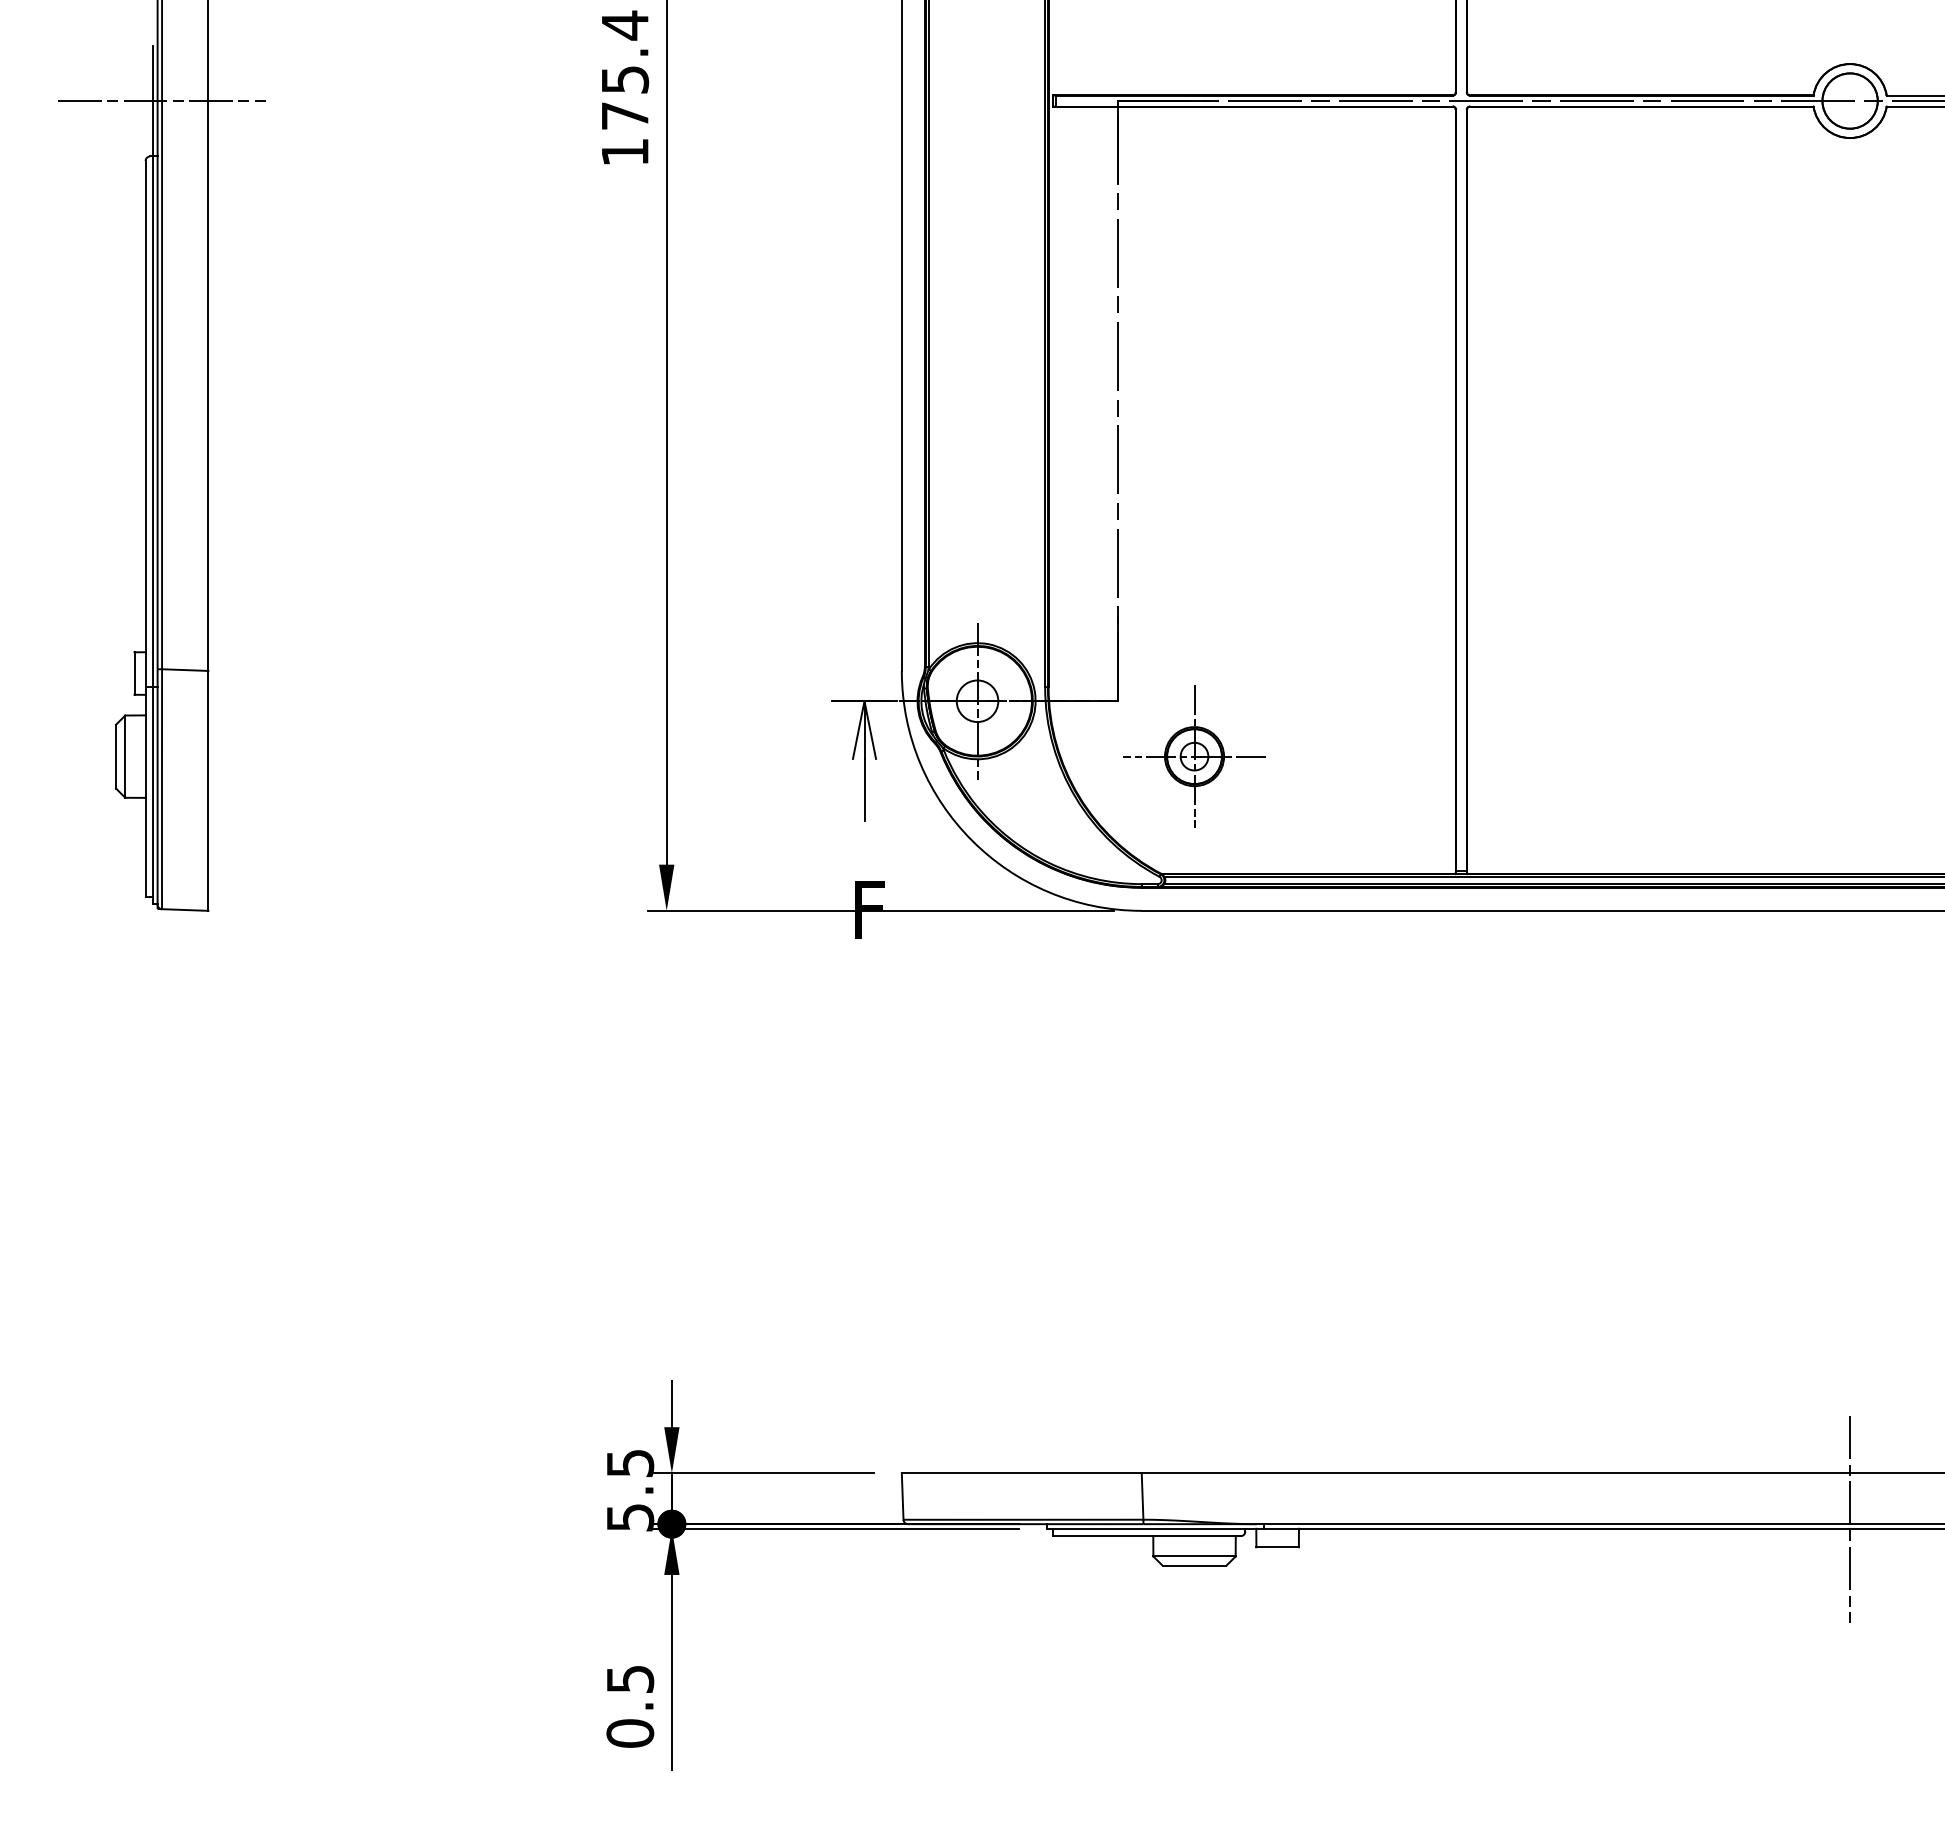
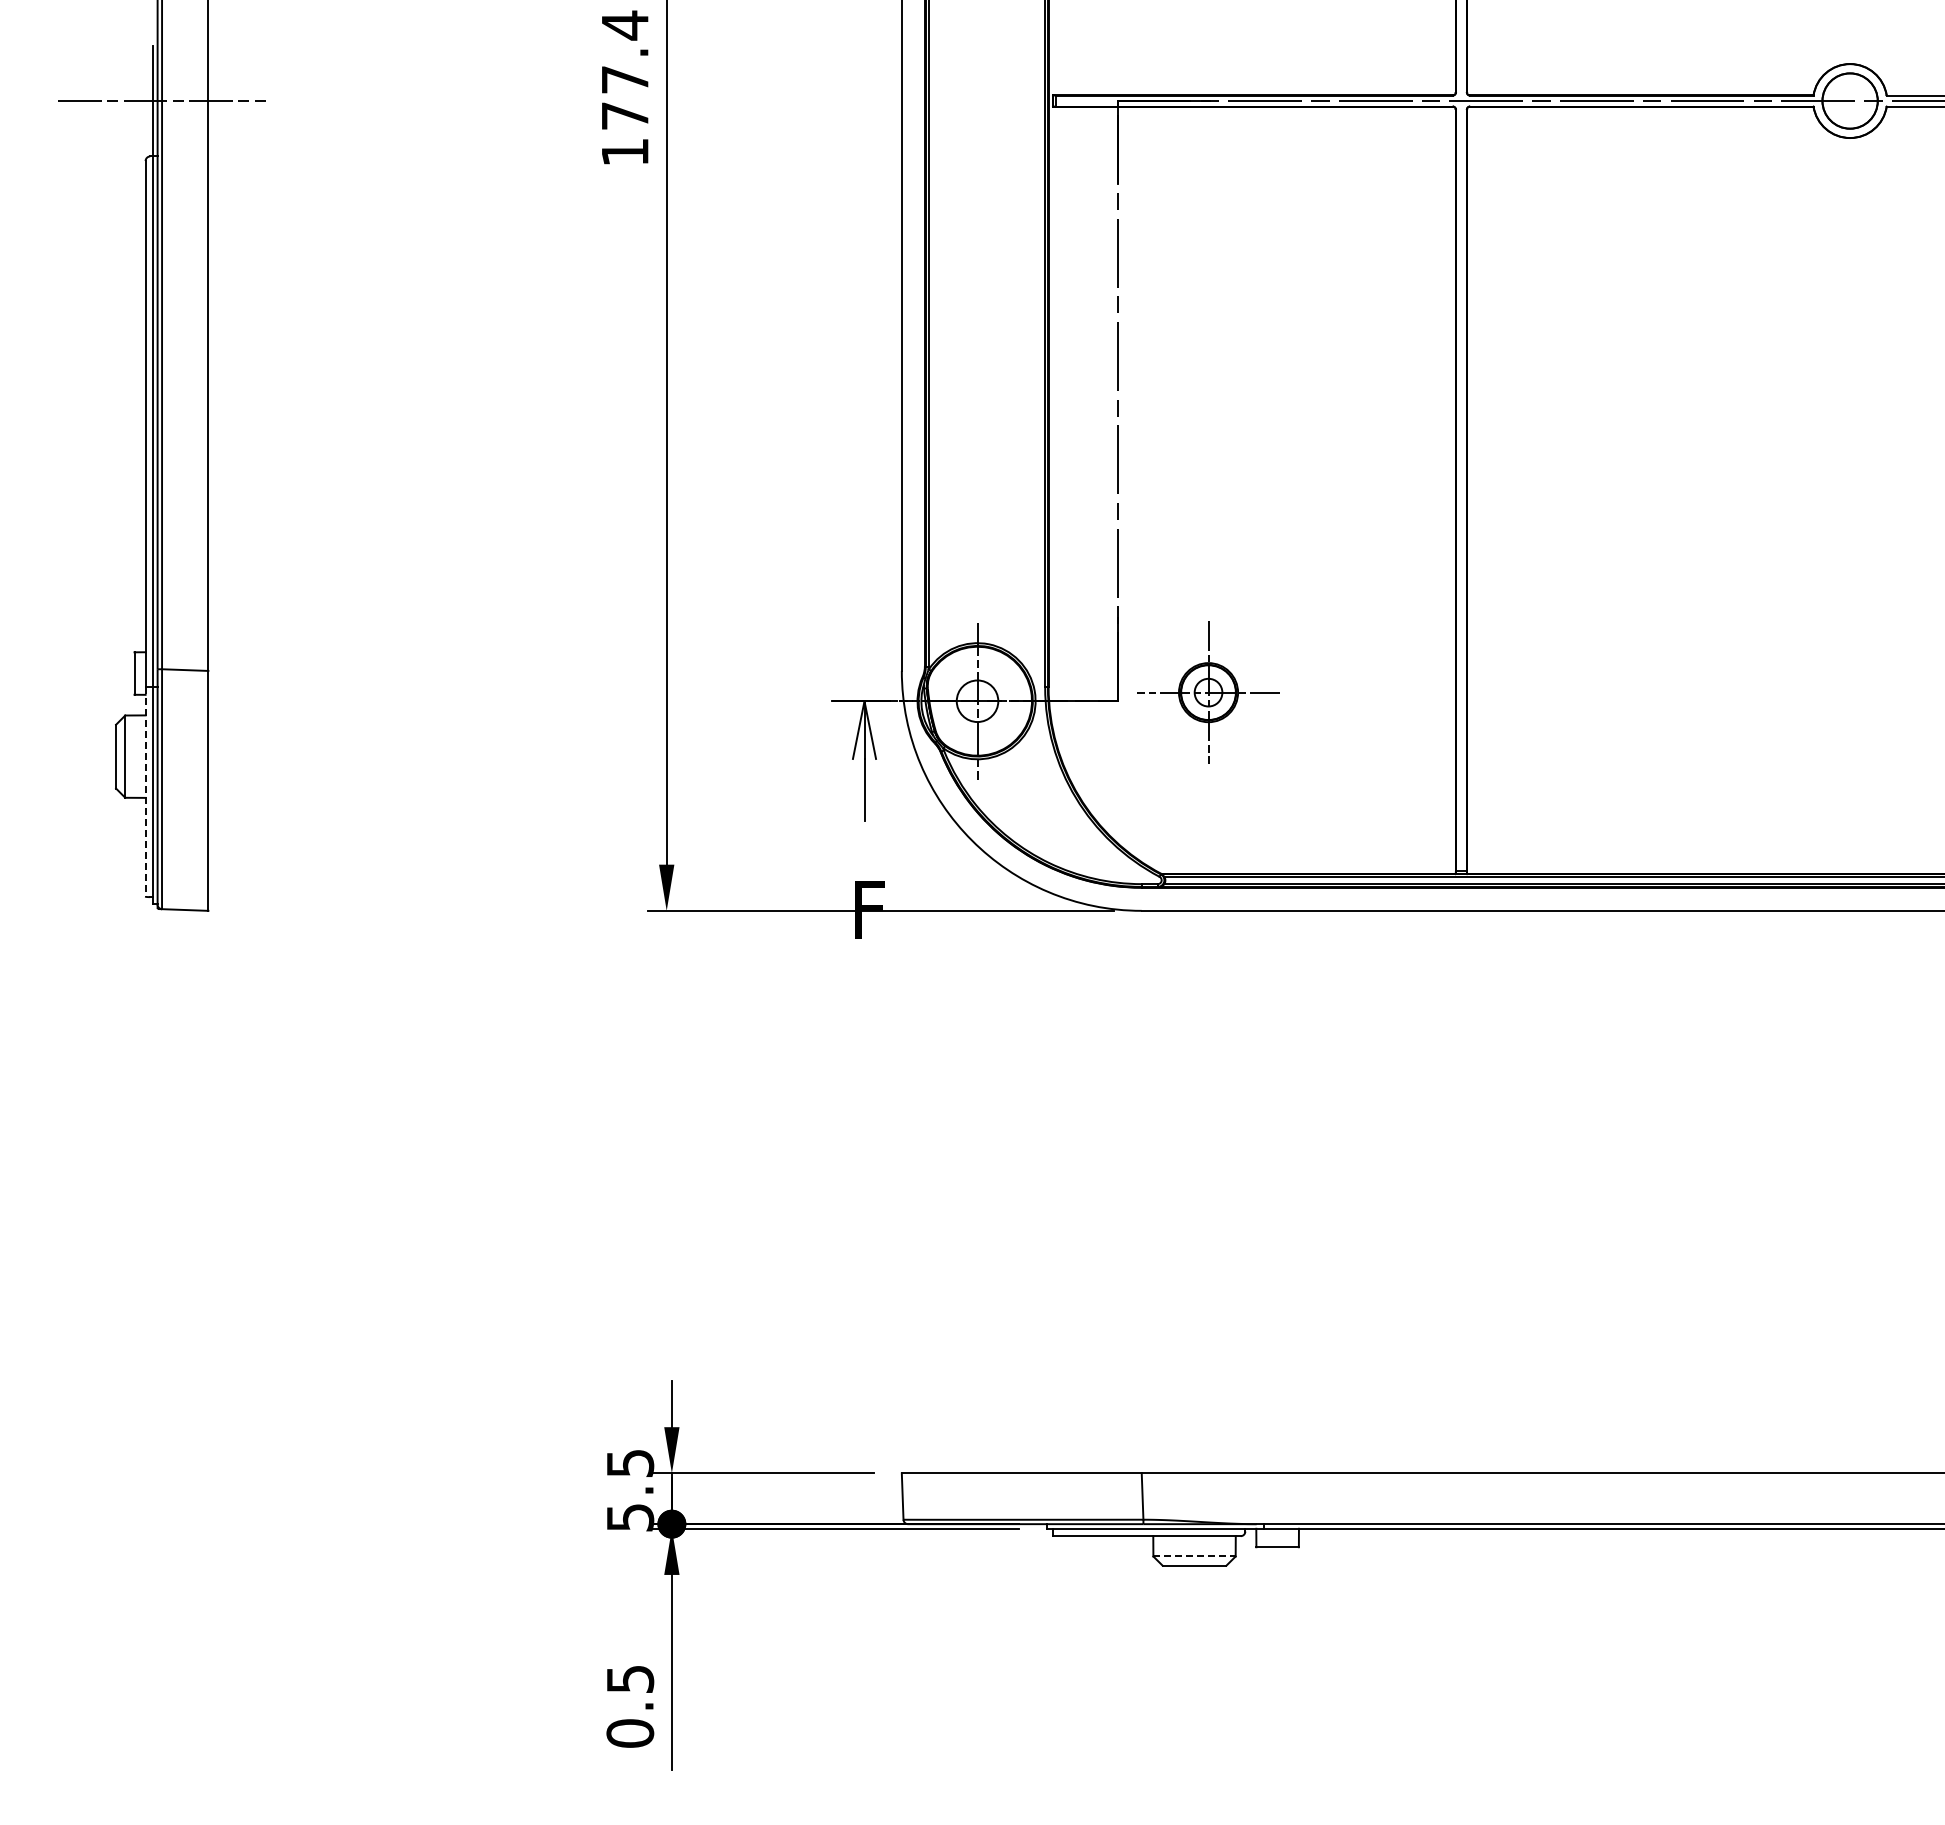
text at (625, 79): 175.4 -> 177.4
part at (1194, 756) position: (1194, 756) -> (1208, 692)
line at (145, 792): solid -> dashed
line at (1850, 1519): present -> none
line at (1195, 1556): solid -> dashed
